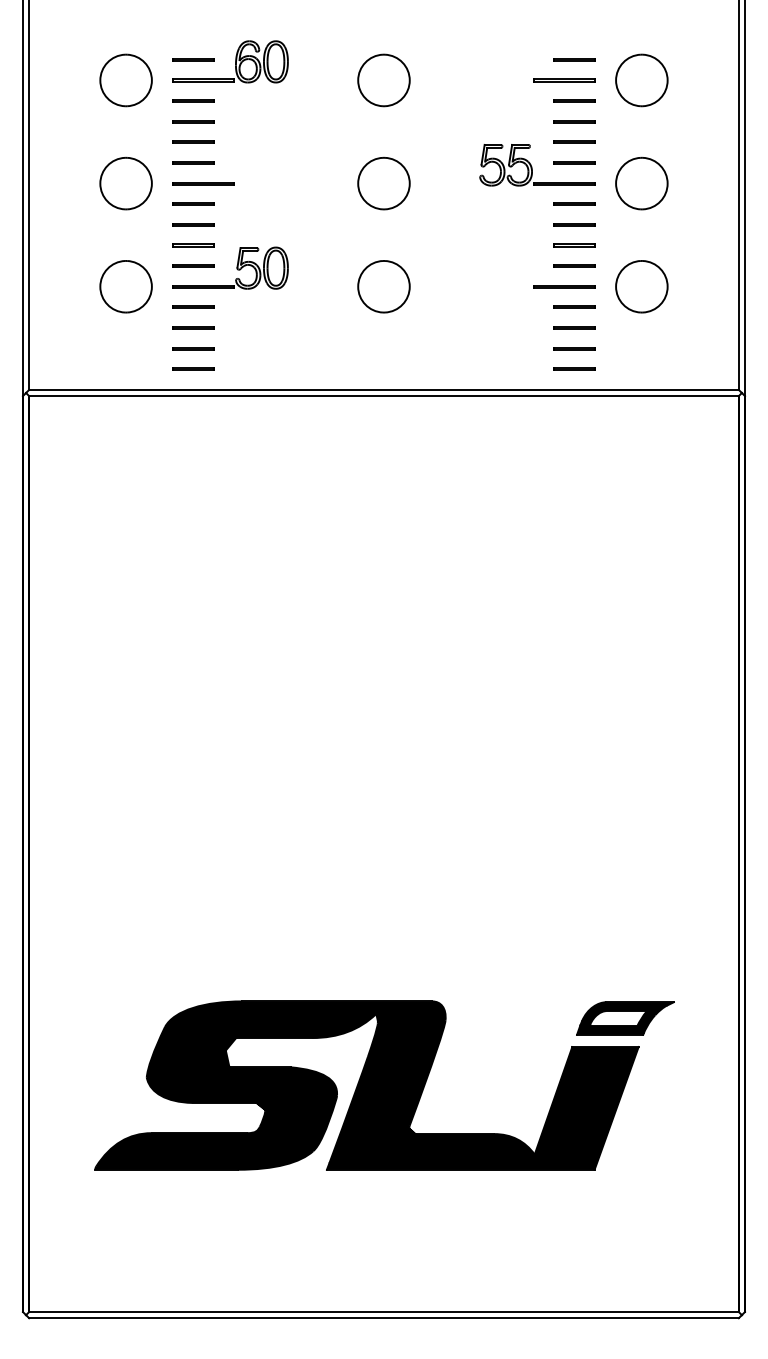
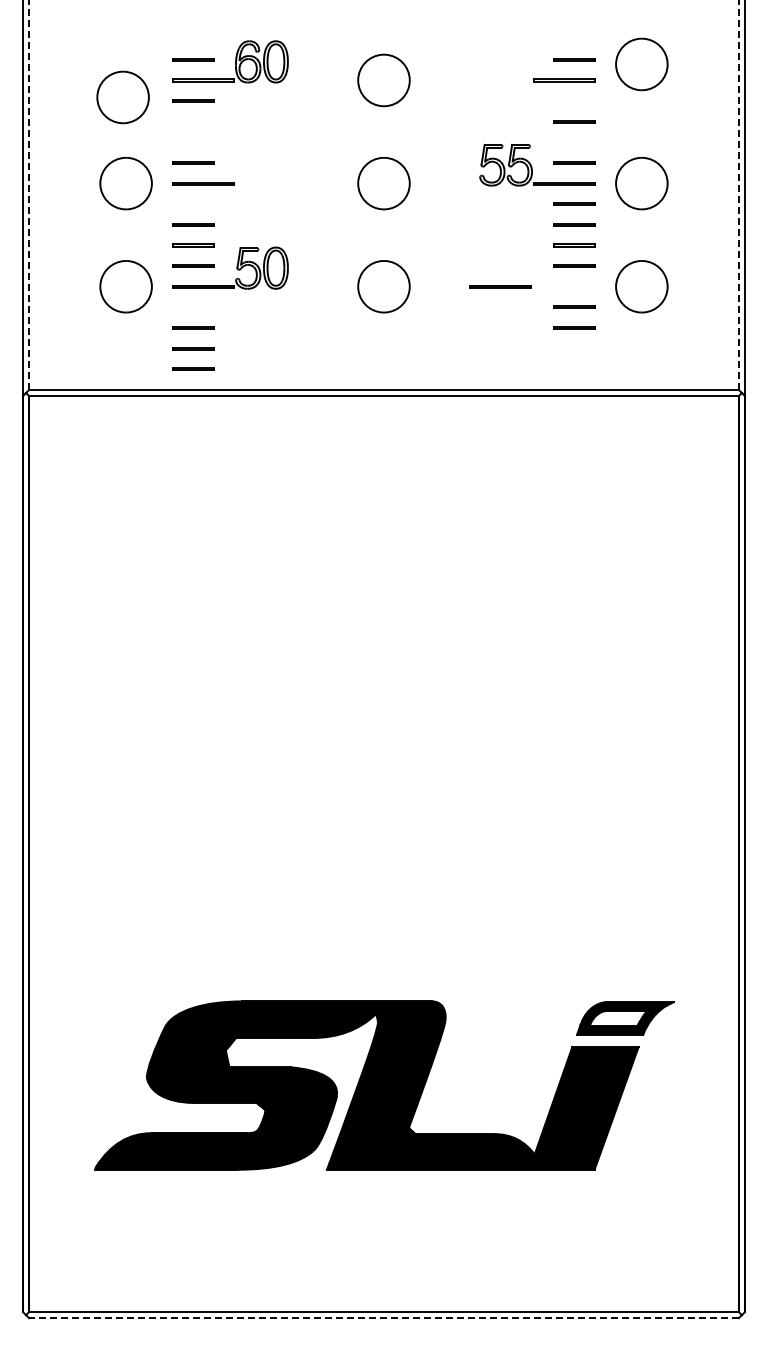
part at (125, 80) position: (125, 80) -> (122, 97)
part at (641, 80) position: (641, 80) -> (641, 64)
line at (574, 100): present -> none
line at (193, 121): present -> none
line at (193, 141): present -> none
line at (574, 141): present -> none
line at (738, 194): solid -> dashed
line at (29, 195): solid -> dashed
line at (193, 203): present -> none
line at (564, 286) position: (564, 286) -> (500, 286)
line at (193, 306): present -> none
line at (574, 348): present -> none
line at (574, 368): present -> none
line at (384, 1318): solid -> dashed
